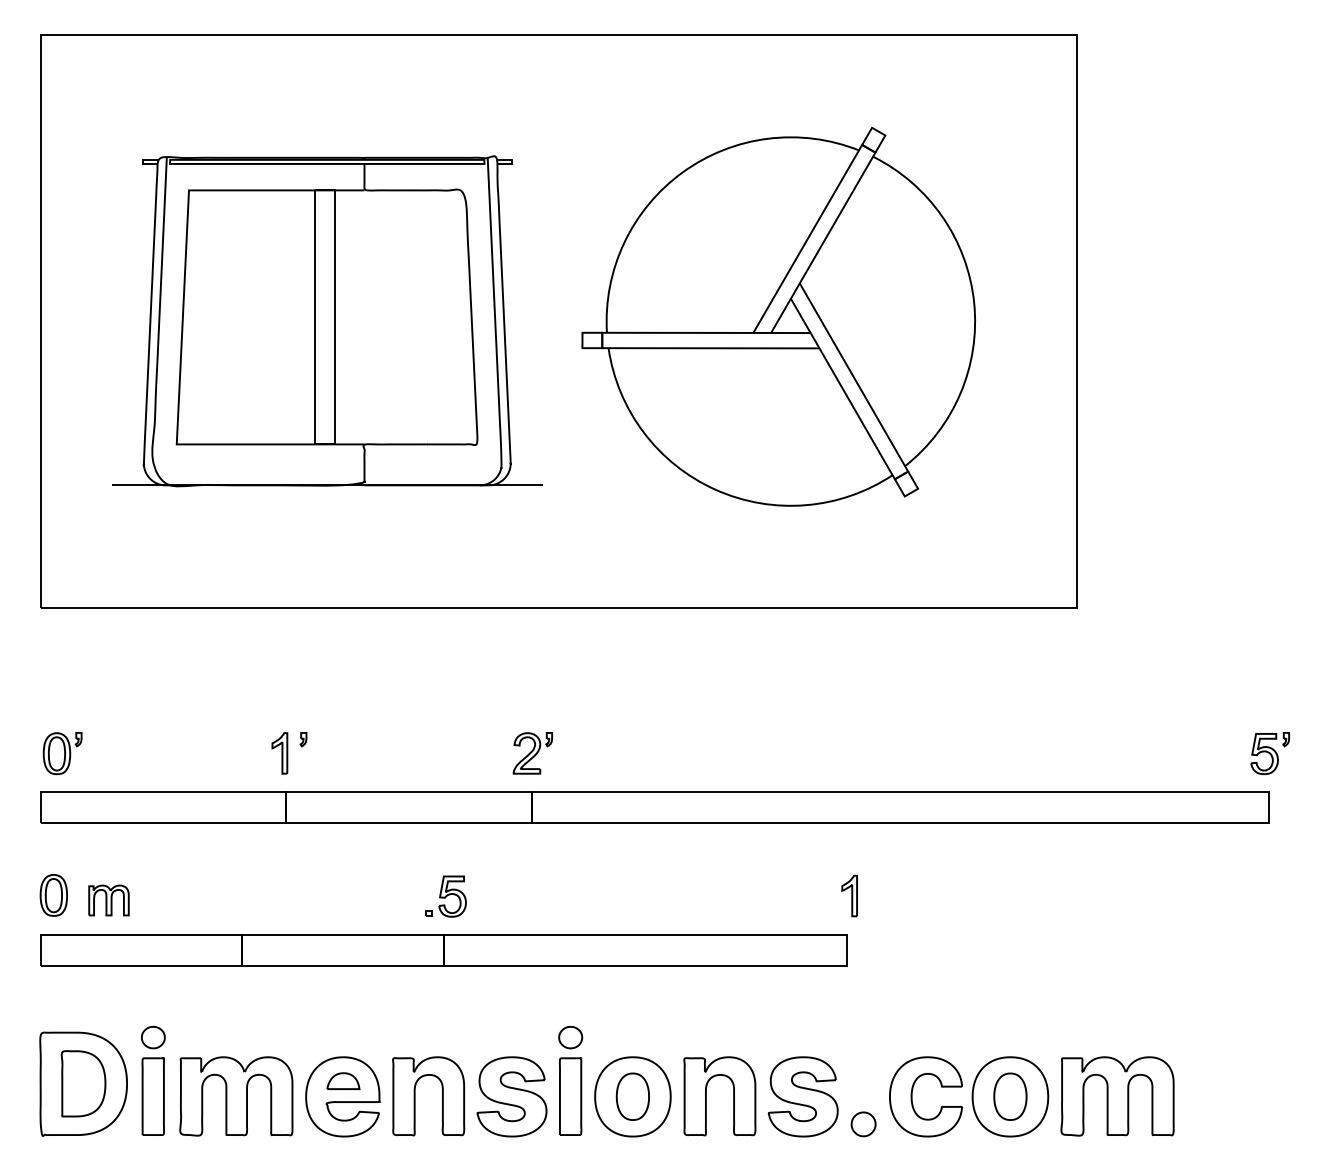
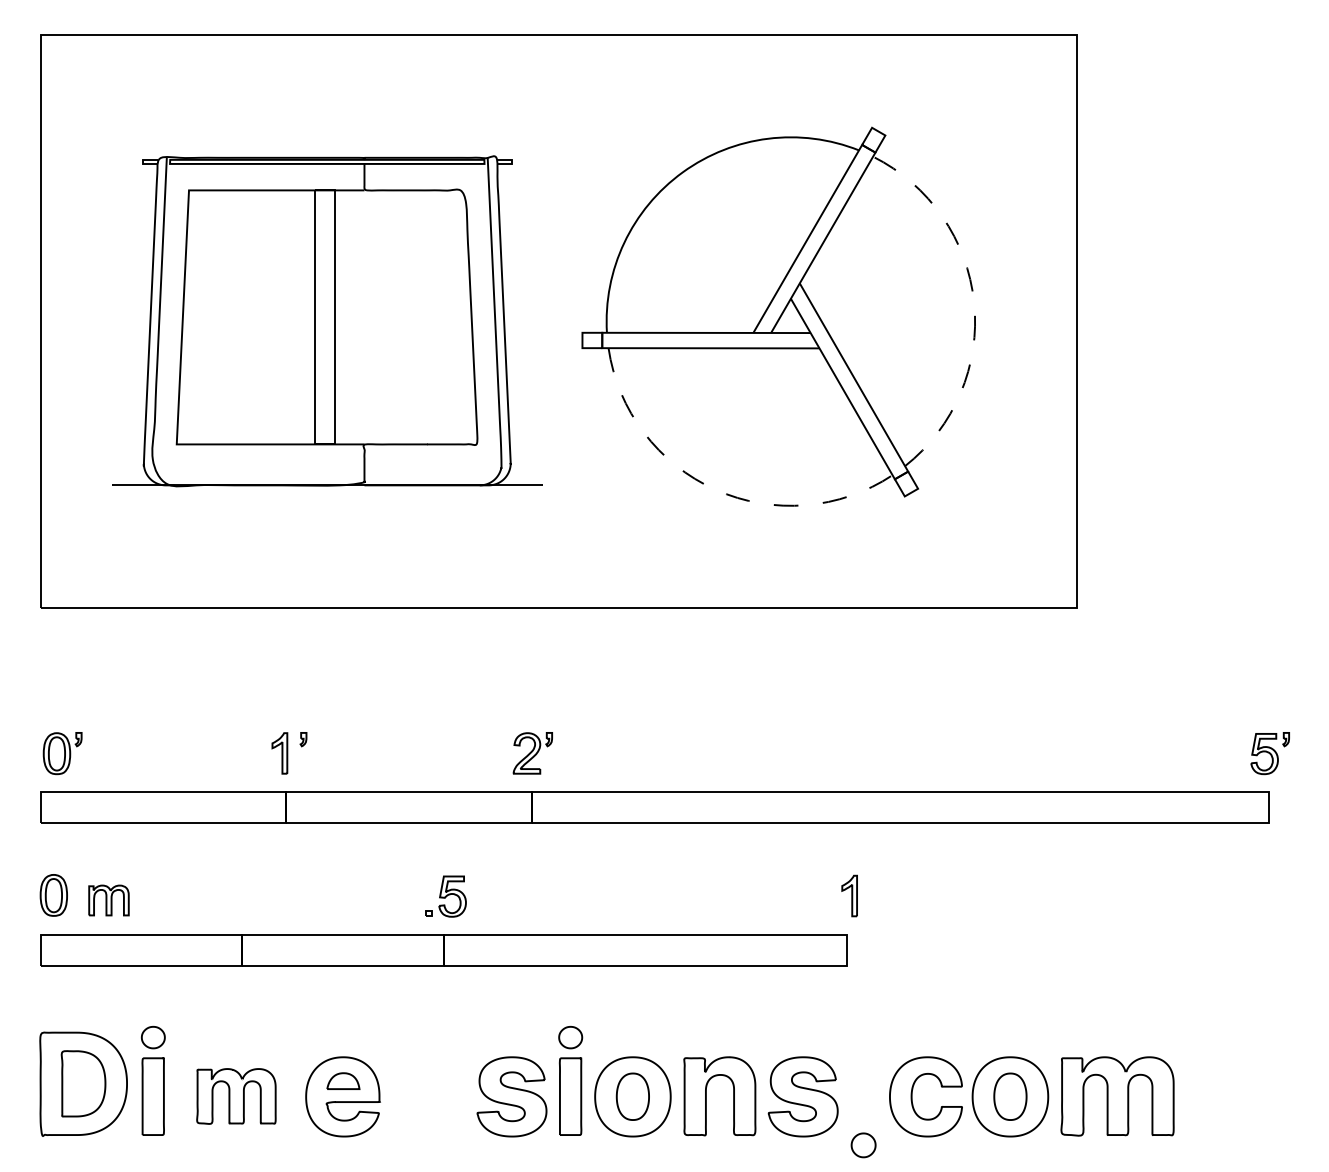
arc at (974, 302): solid -> dashed
arc at (715, 489): solid -> dashed
part at (236, 1096) size: 115x81 px -> 81x57 px
part at (415, 1096): present -> none
part at (863, 1124) position: (863, 1124) -> (863, 1145)
